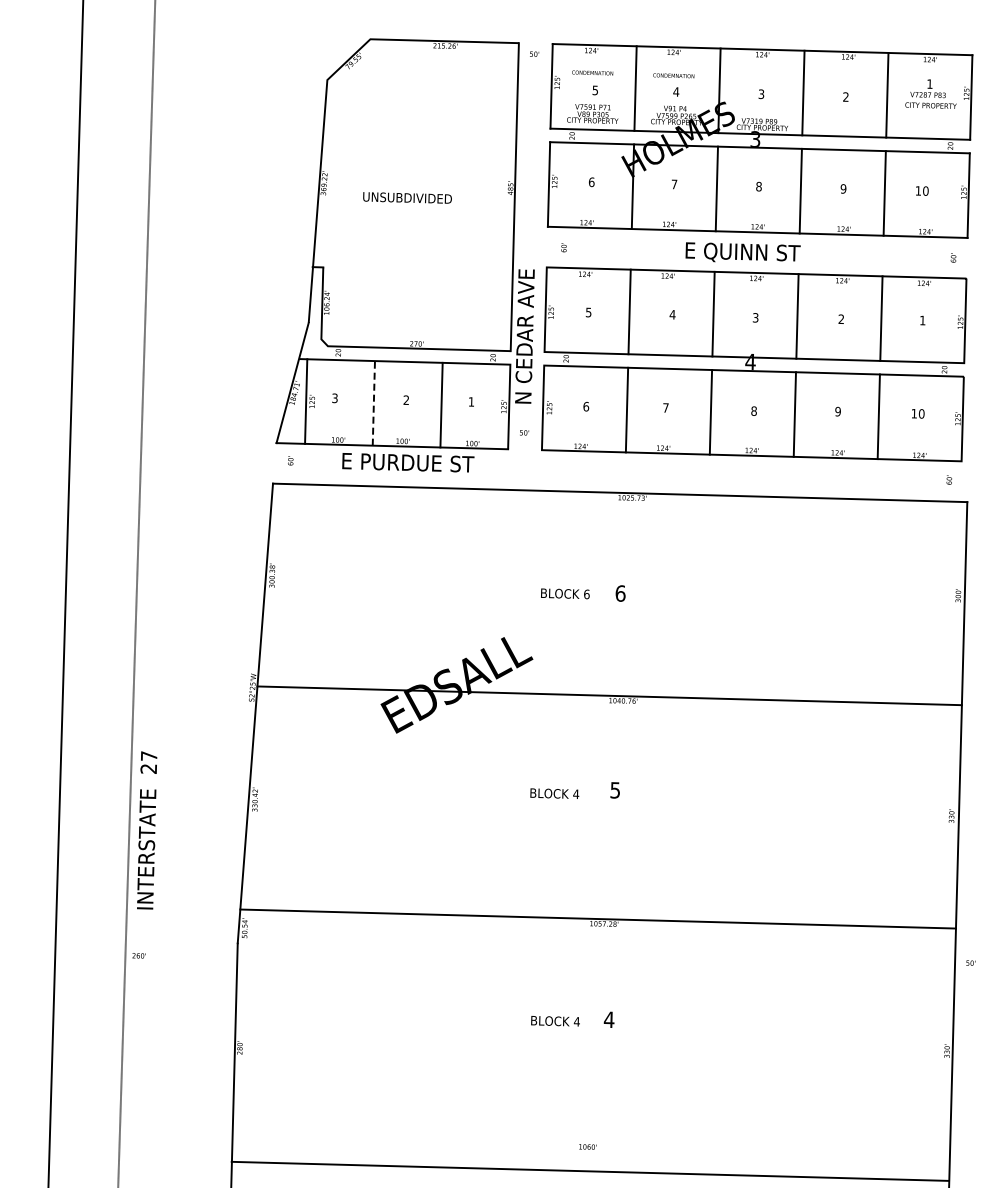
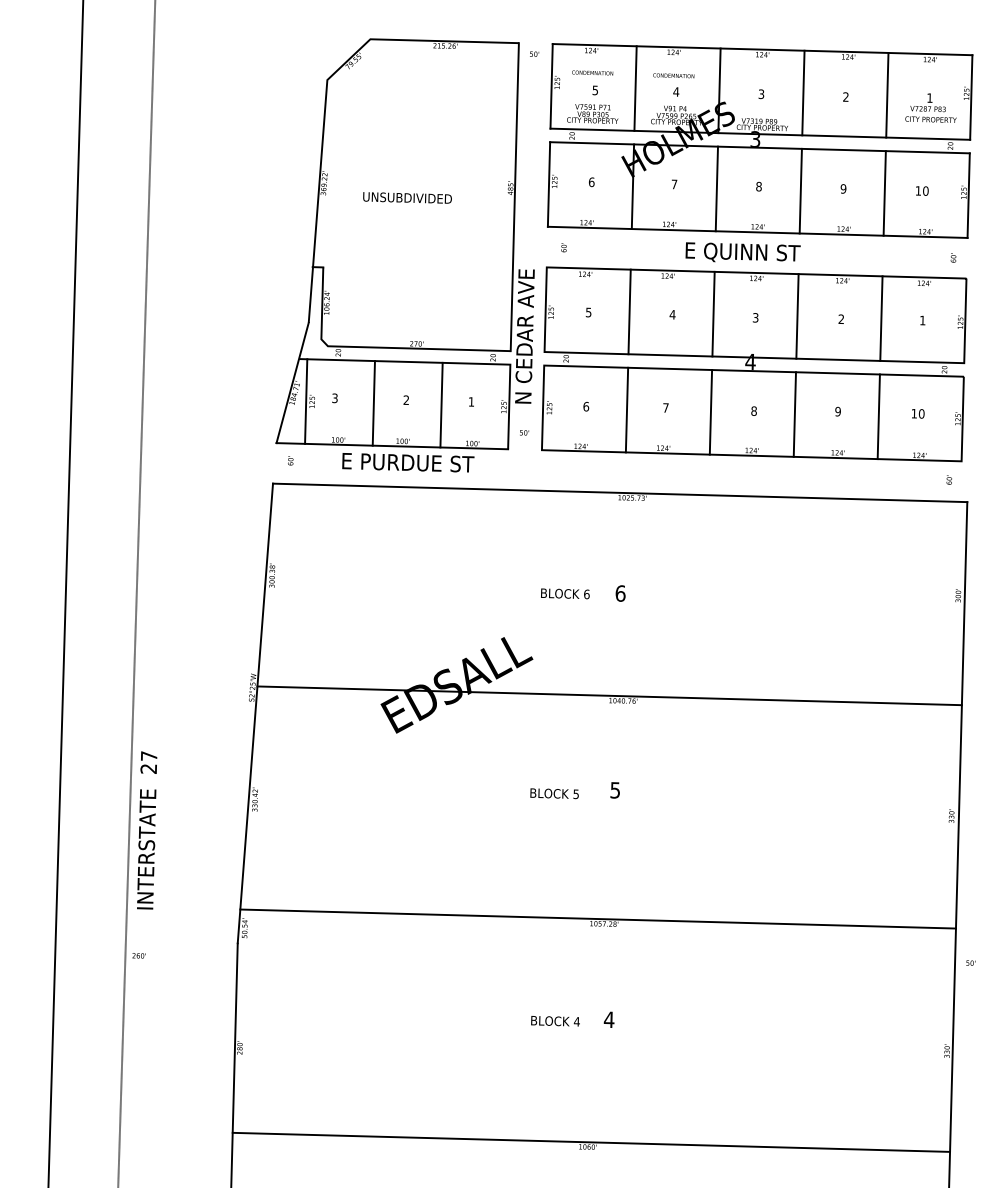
text at (930, 93) position: (930, 93) -> (930, 107)
line at (373, 402): dashed -> solid
text at (576, 794): 4 -> 5
line at (590, 1170) position: (590, 1170) -> (591, 1141)
